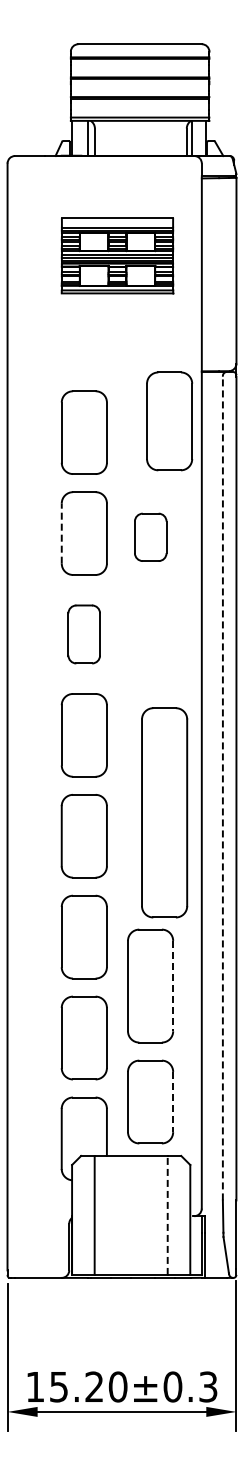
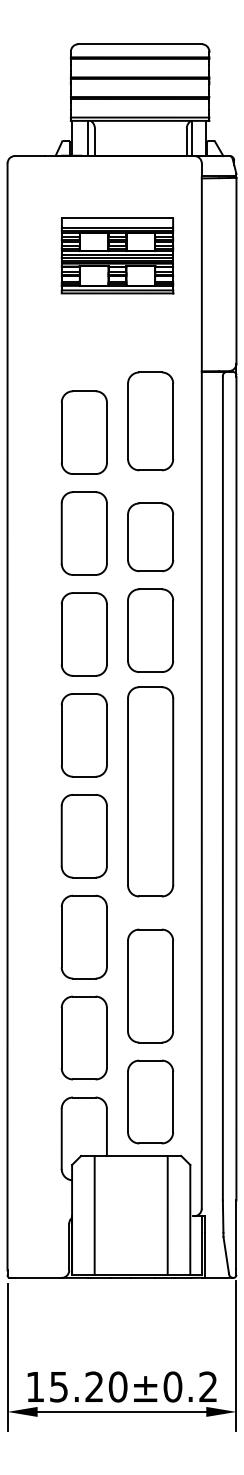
part at (169, 421) position: (169, 421) -> (150, 421)
line at (61, 533): dashed -> solid
part at (150, 536) size: 34x50 px -> 48x71 px
part at (150, 630): none -> present
part at (83, 634) size: 34x61 px -> 48x85 px
line at (222, 788): dashed -> solid
part at (164, 812) position: (164, 812) -> (150, 791)
line at (173, 986): dashed -> solid
line at (173, 1102): dashed -> solid
line at (167, 1214): dashed -> solid
text at (208, 1386): 15.20±0.3 -> 15.20±0.2
